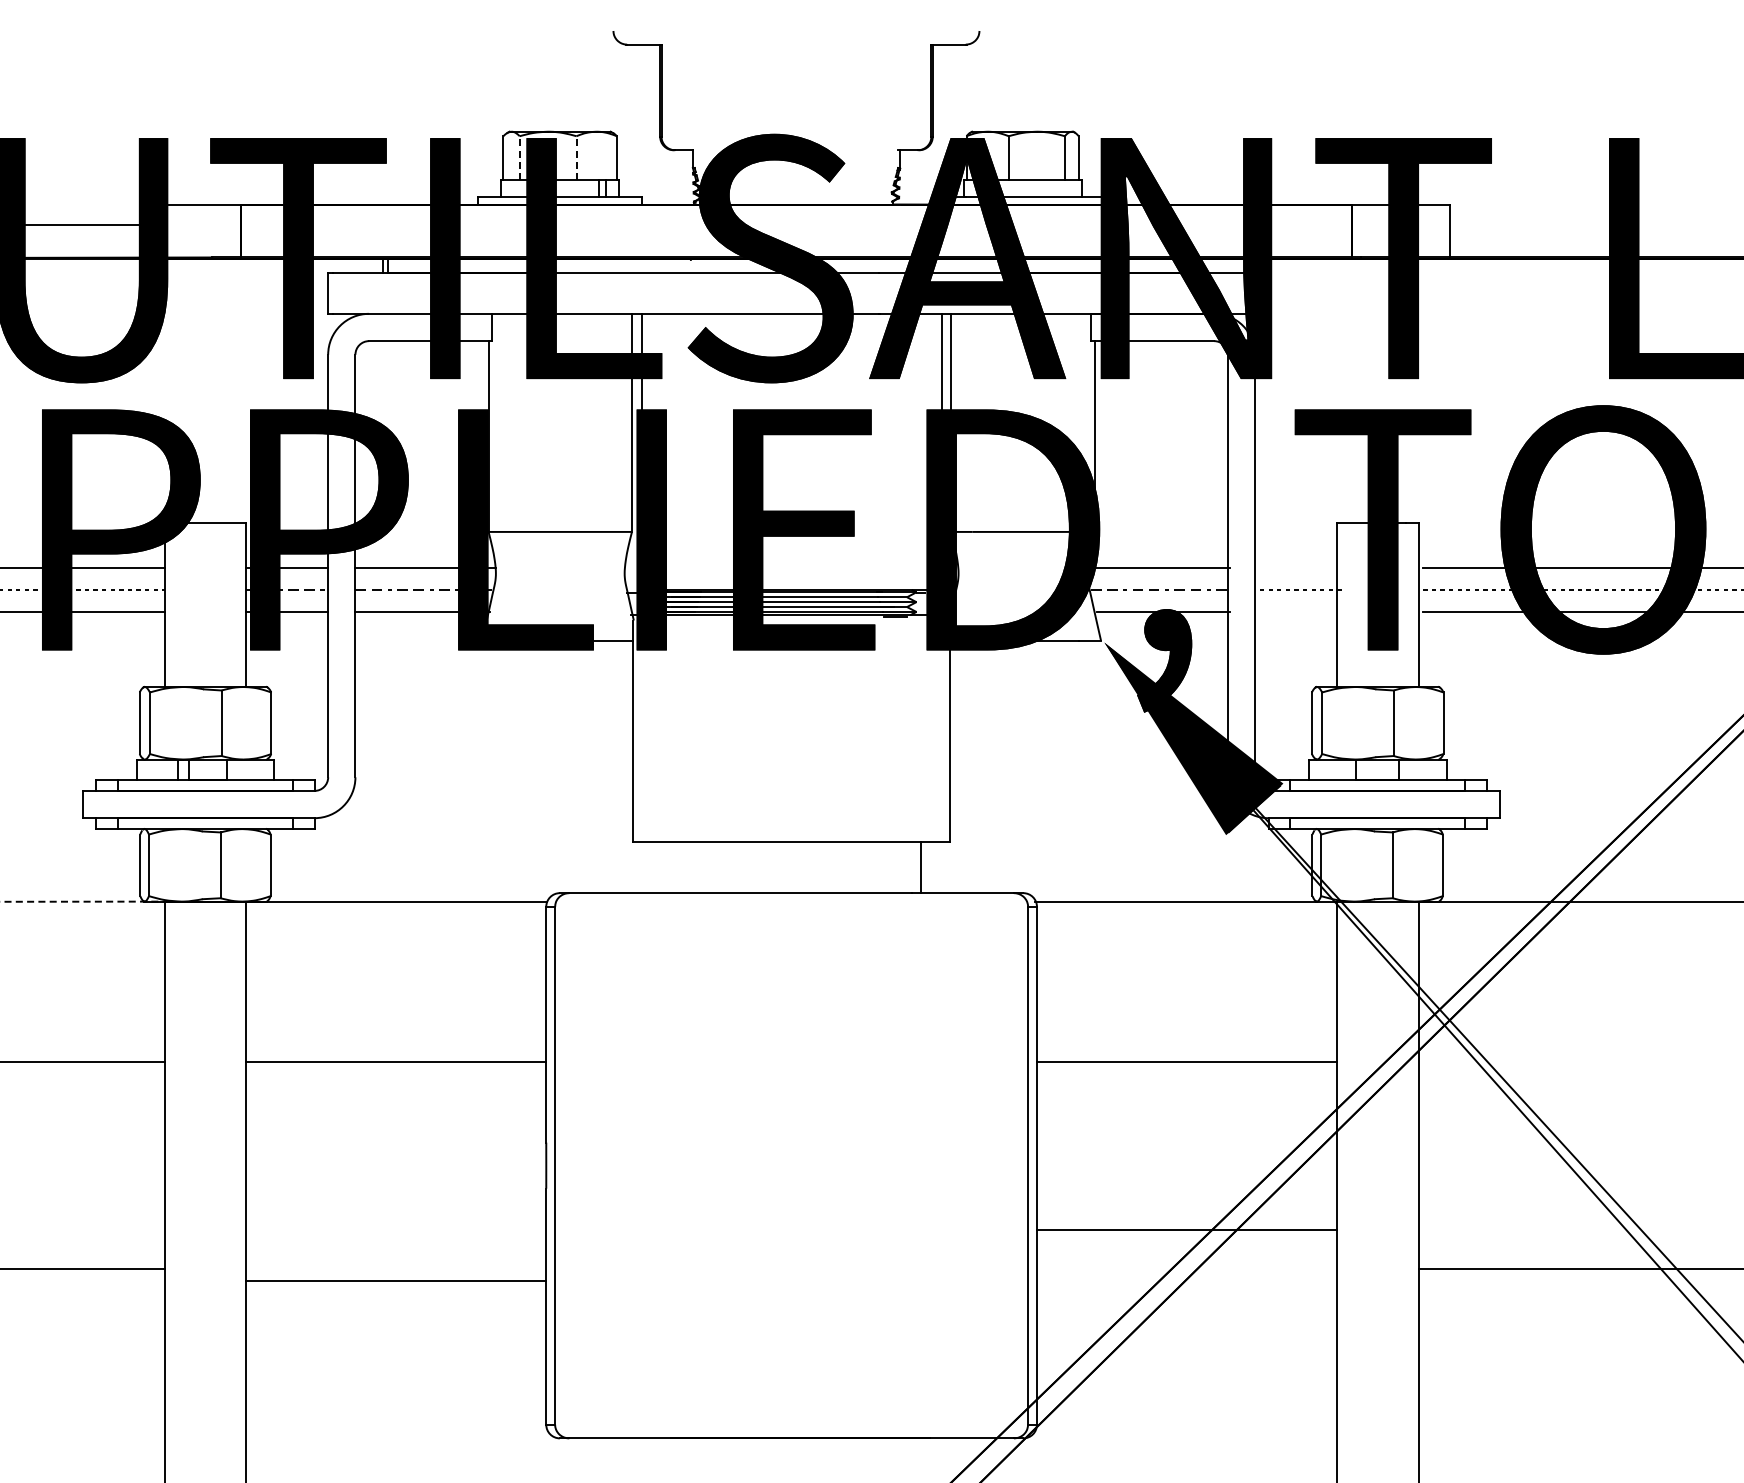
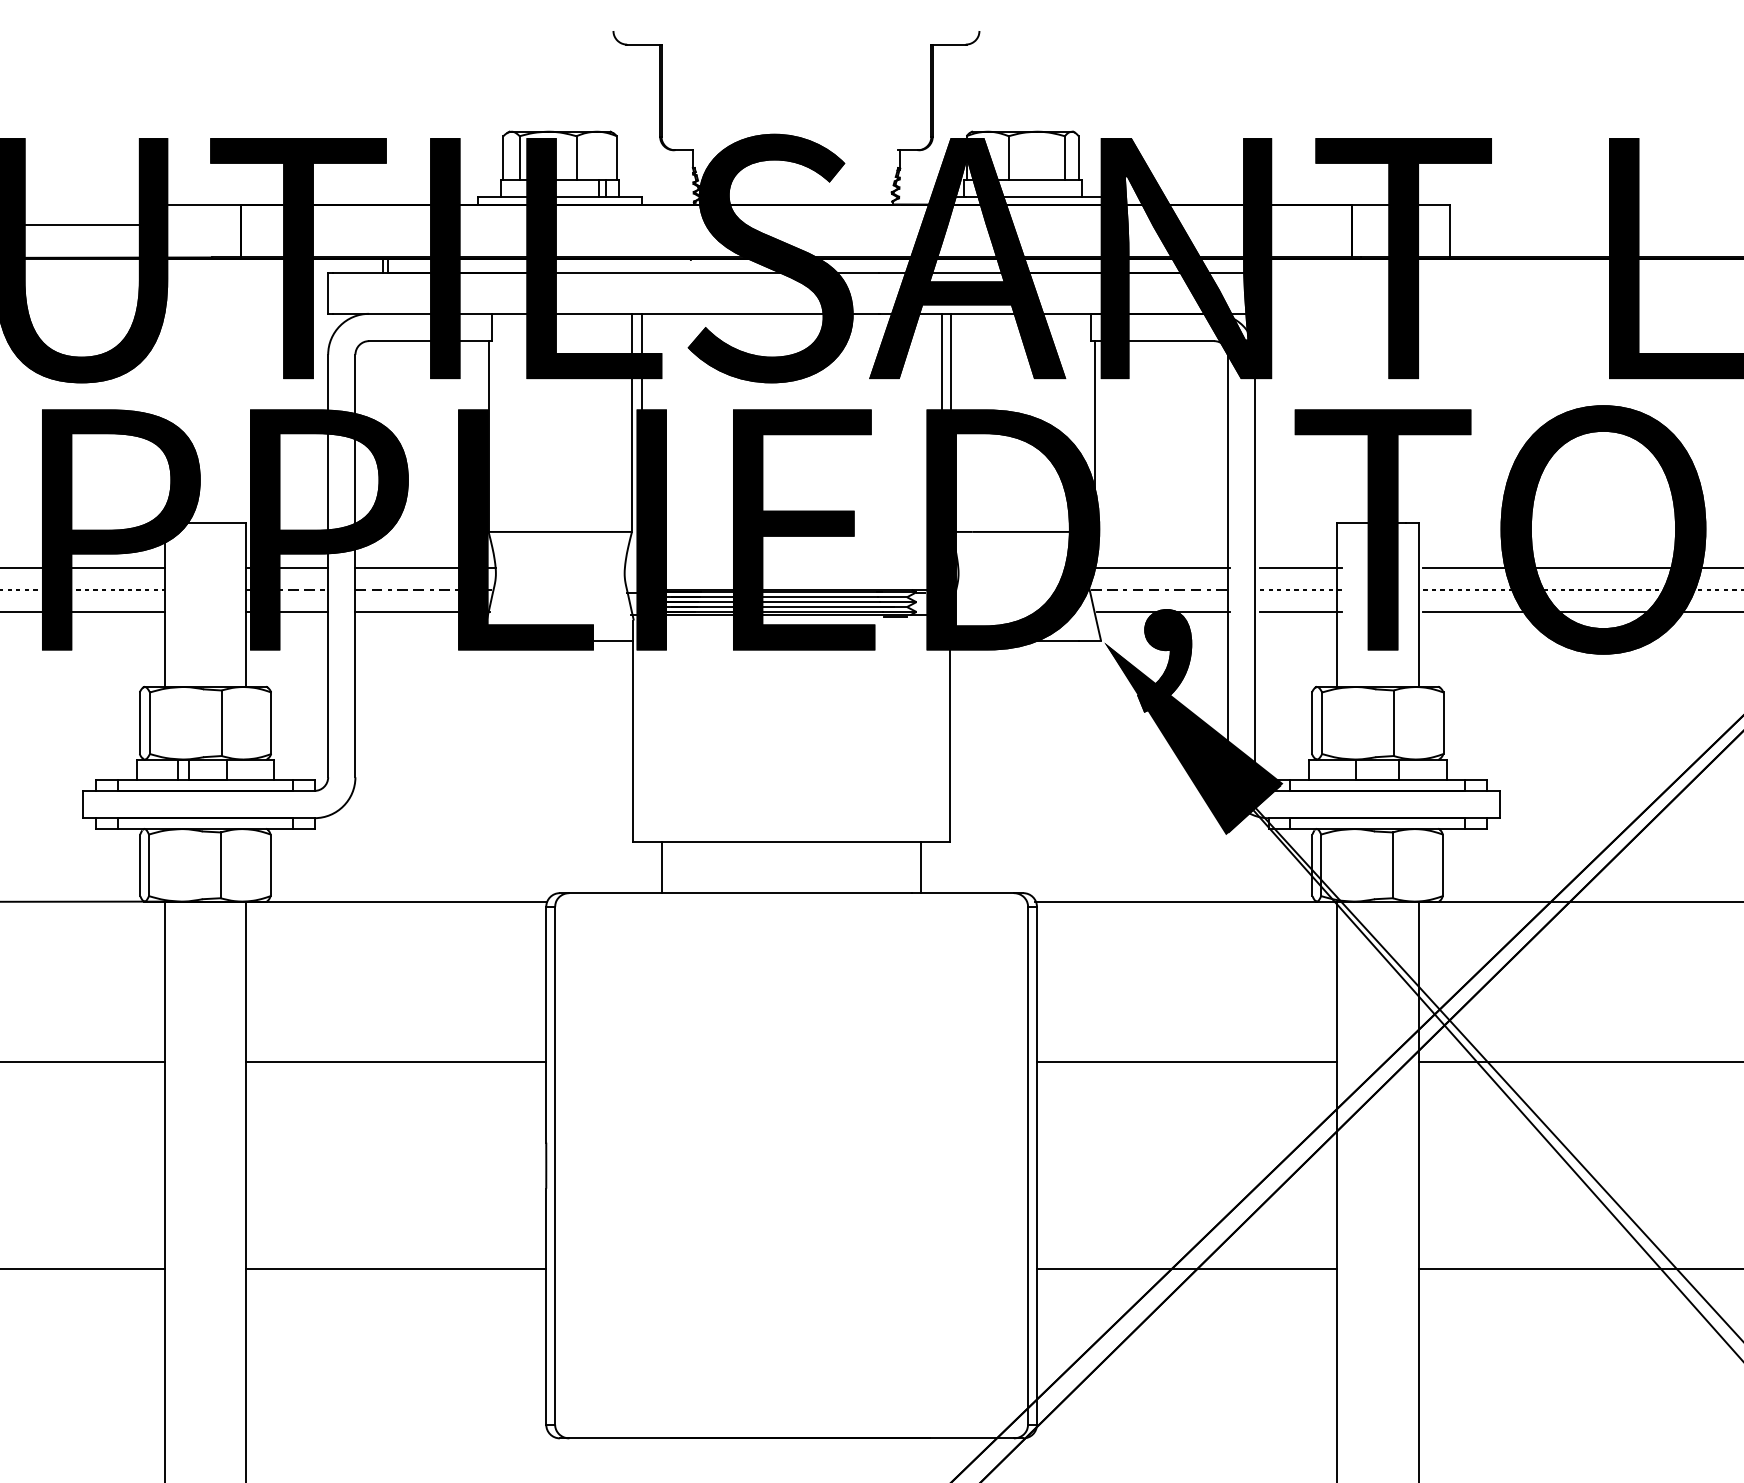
line at (519, 158): dashed -> solid
line at (576, 158): dashed -> solid
line at (1300, 568): none -> present
line at (1300, 612): none -> present
line at (662, 867): none -> present
line at (82, 901): dashed -> solid
line at (1579, 1062): none -> present
line at (1186, 1230) position: (1186, 1230) -> (1186, 1269)
line at (396, 1281) position: (396, 1281) -> (396, 1269)
